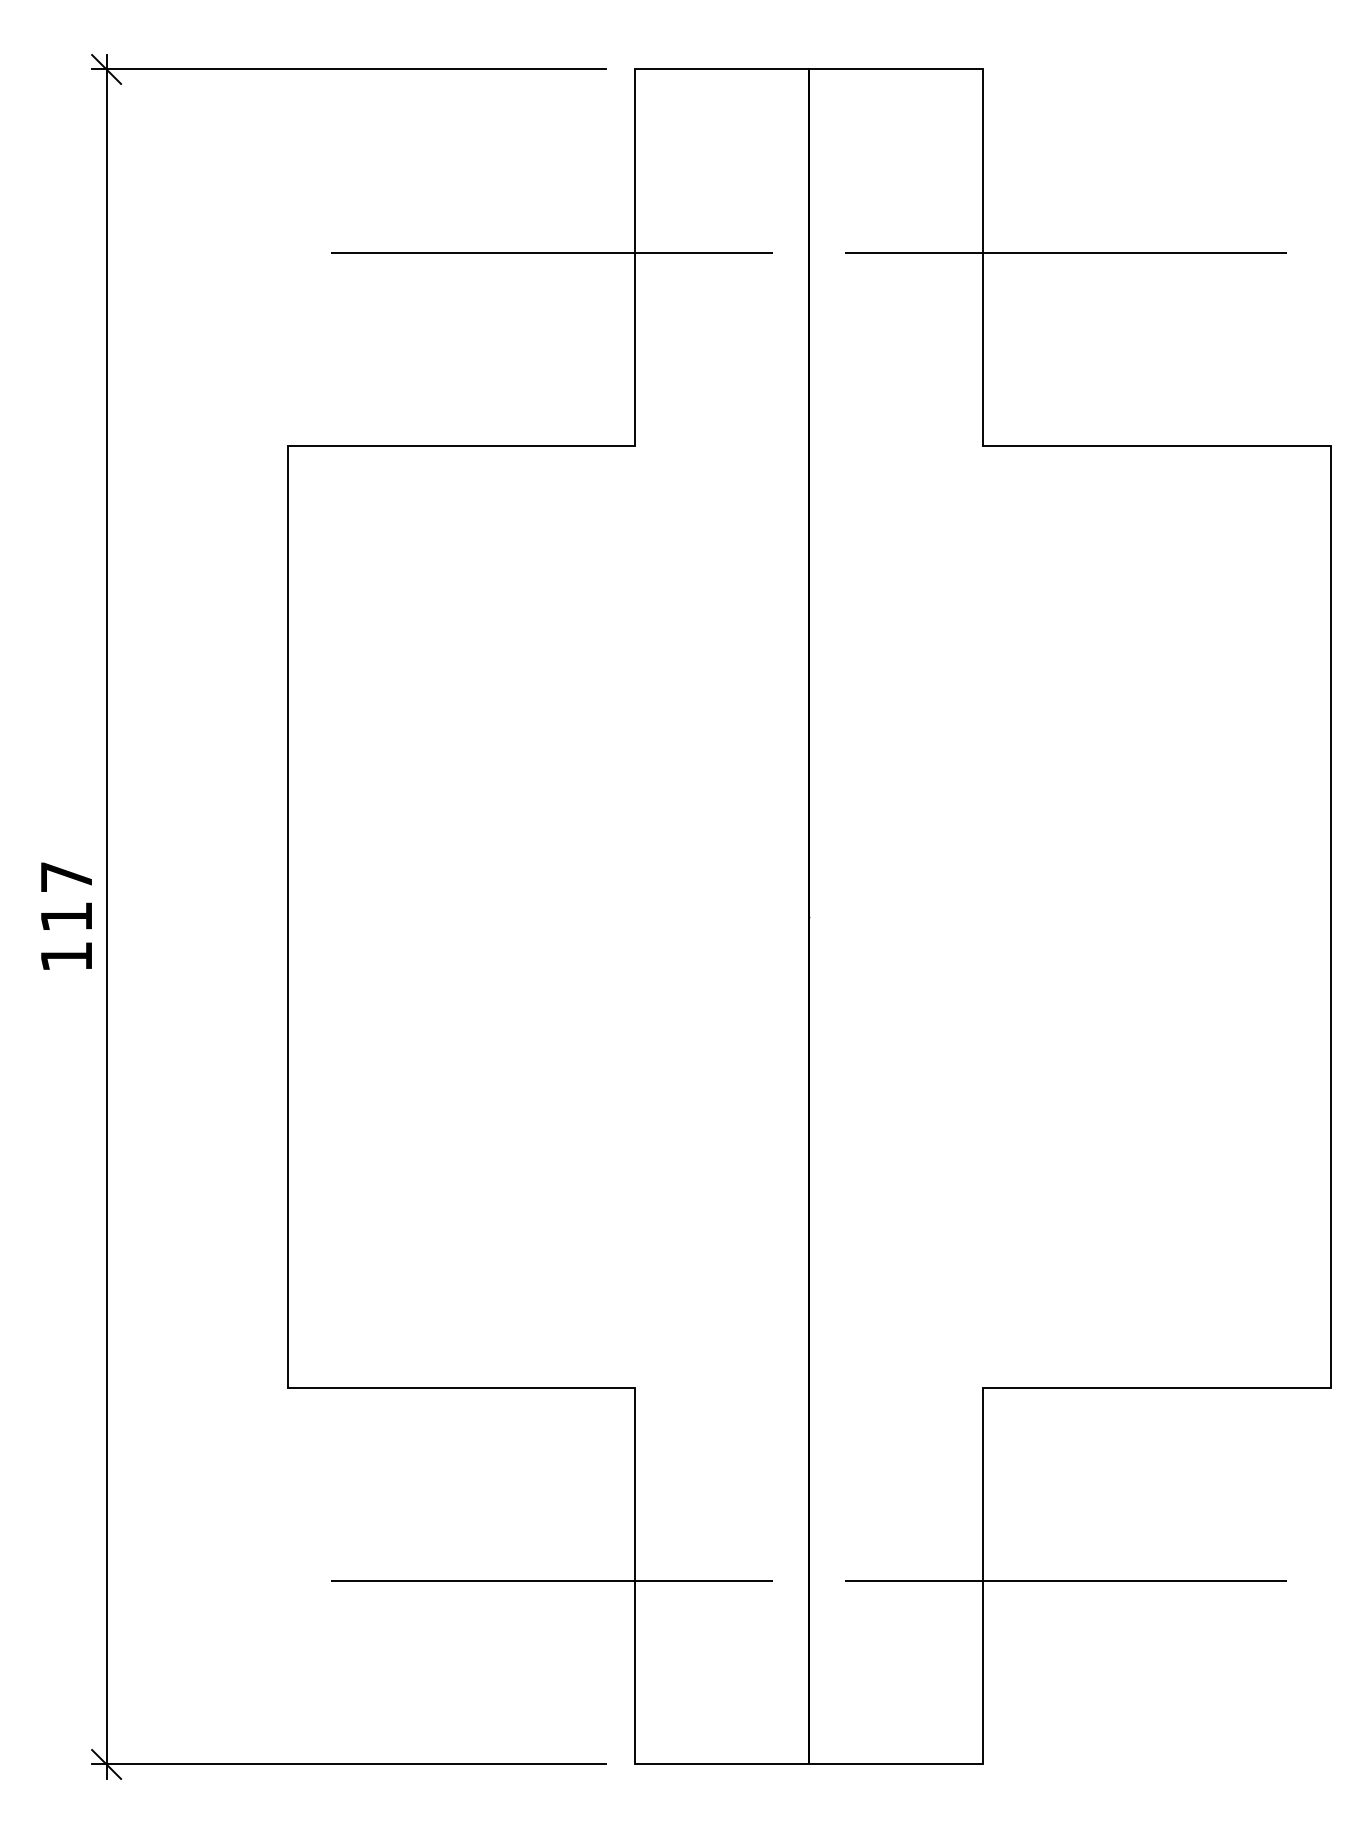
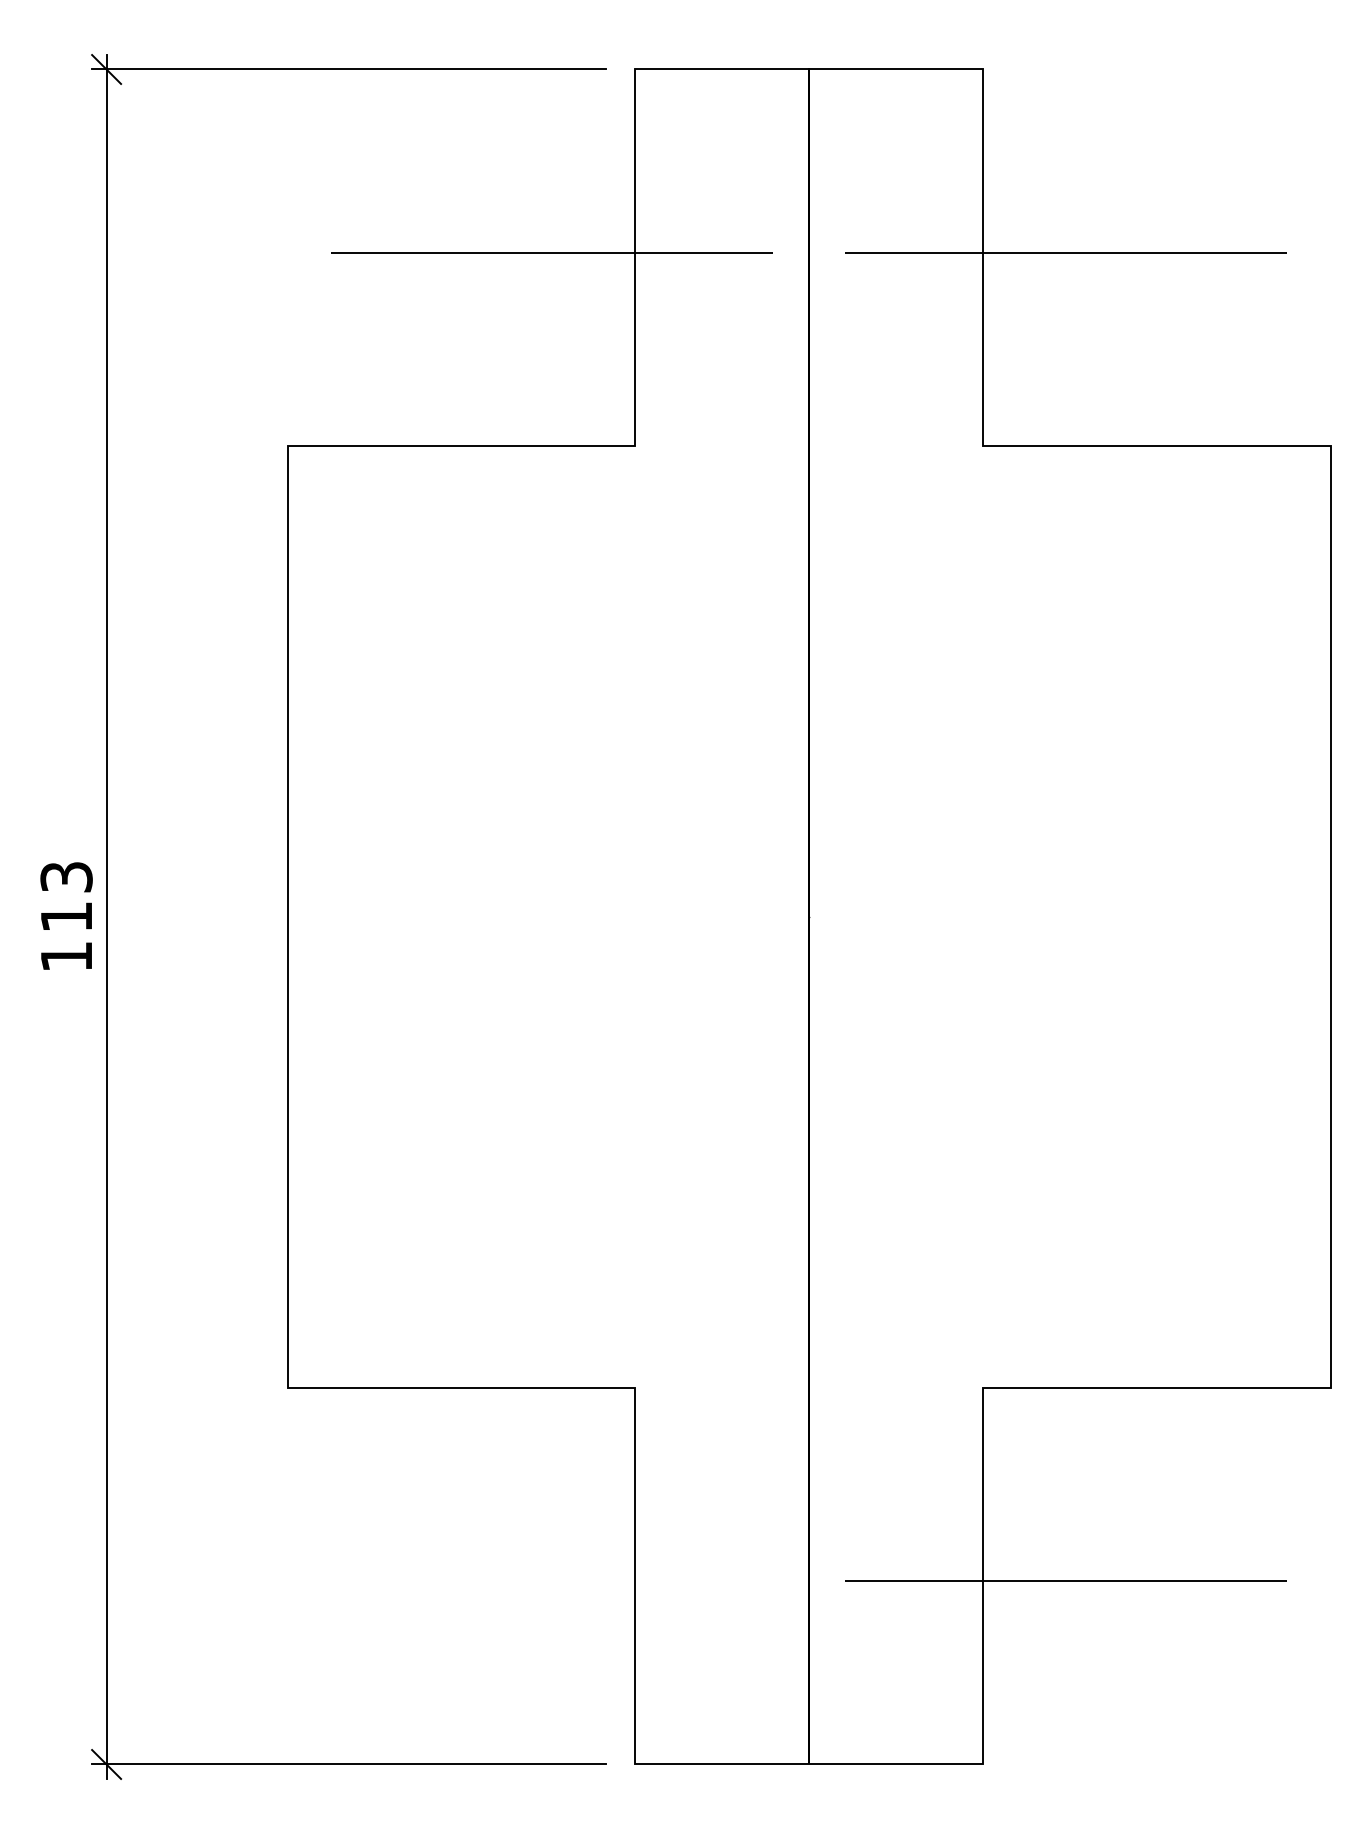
text at (66, 877): 117 -> 113
line at (551, 1580): present -> none
